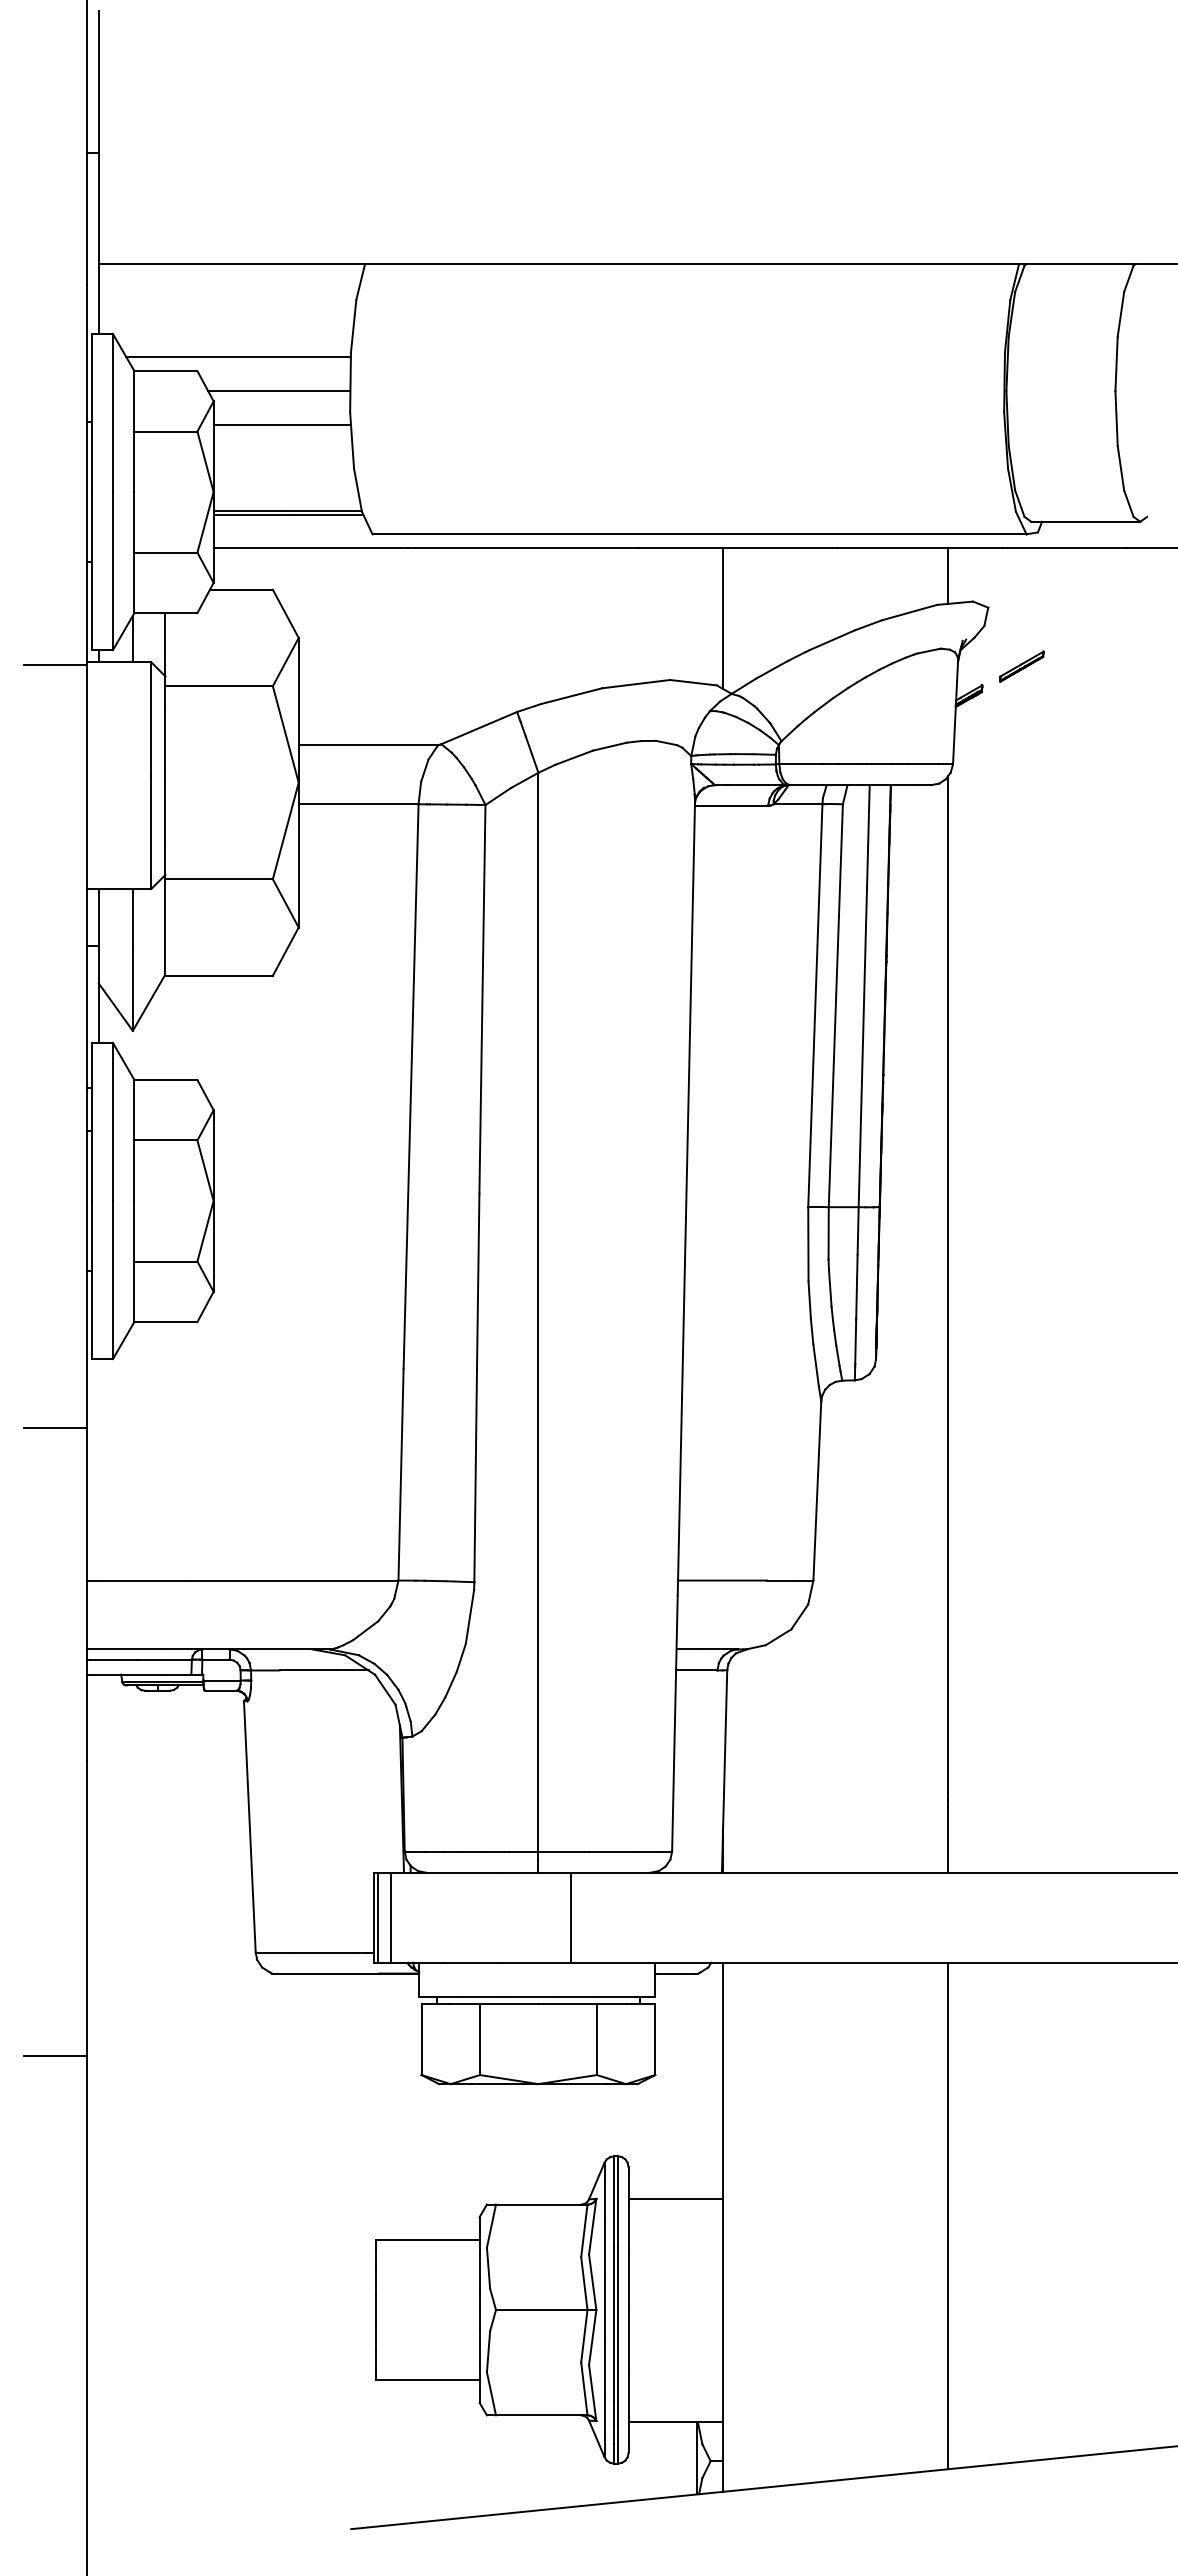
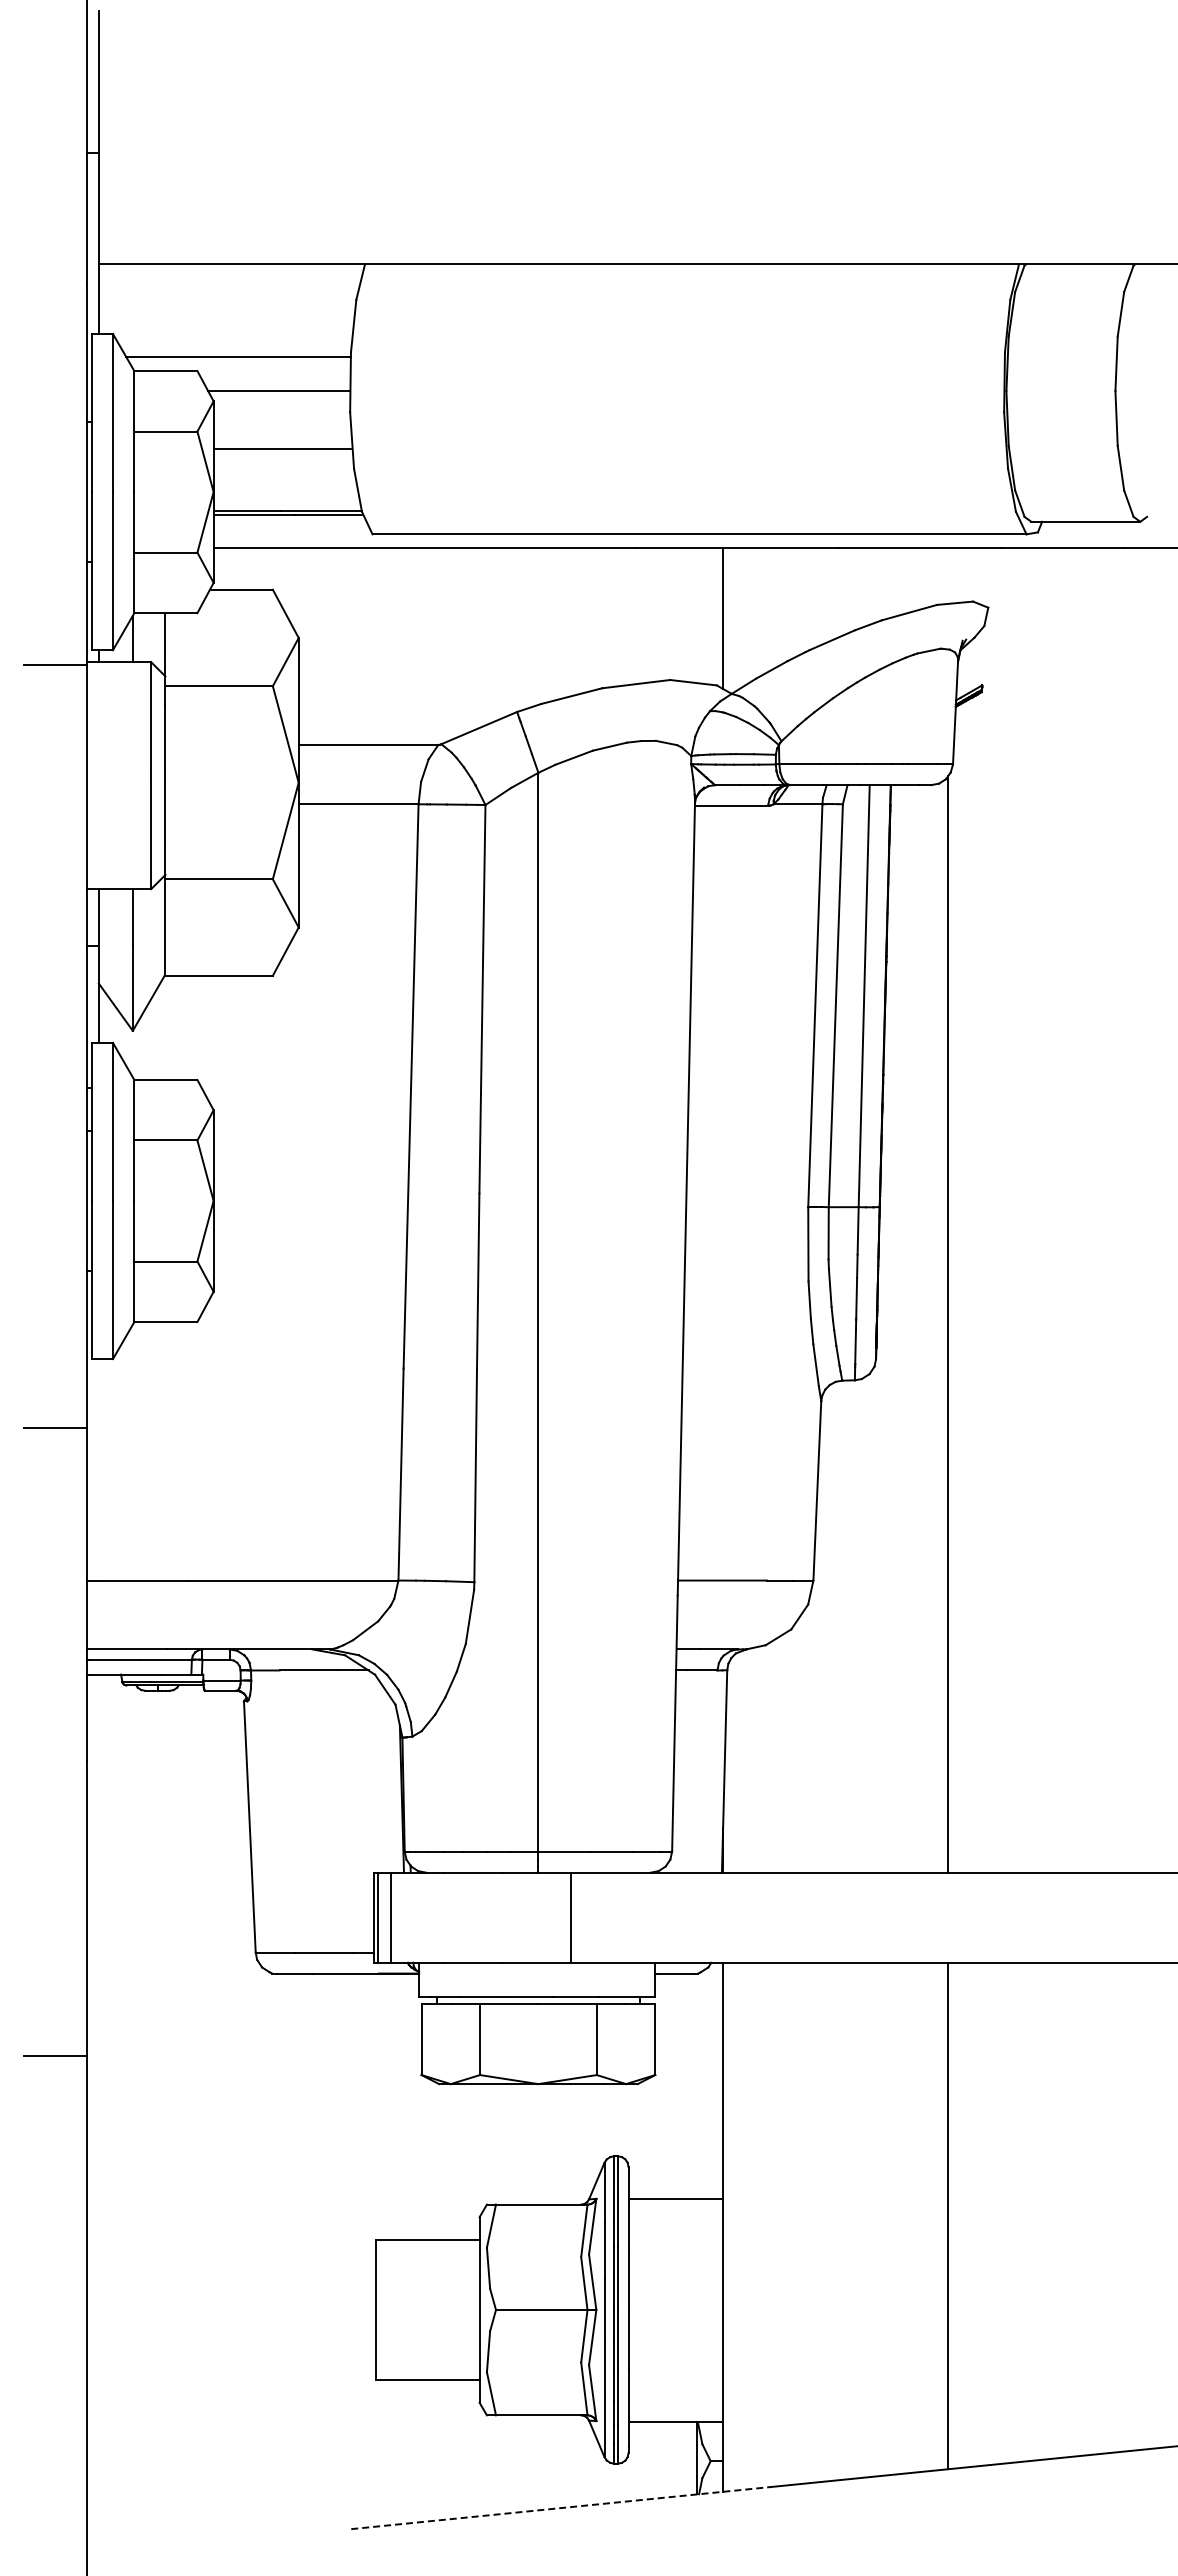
line at (282, 425) position: (282, 425) -> (282, 449)
line at (948, 575): present -> none
part at (1021, 666): present -> none
line at (561, 2508): solid -> dashed
